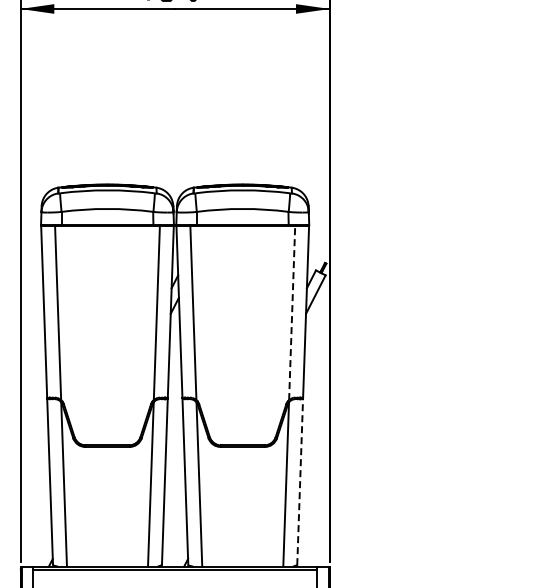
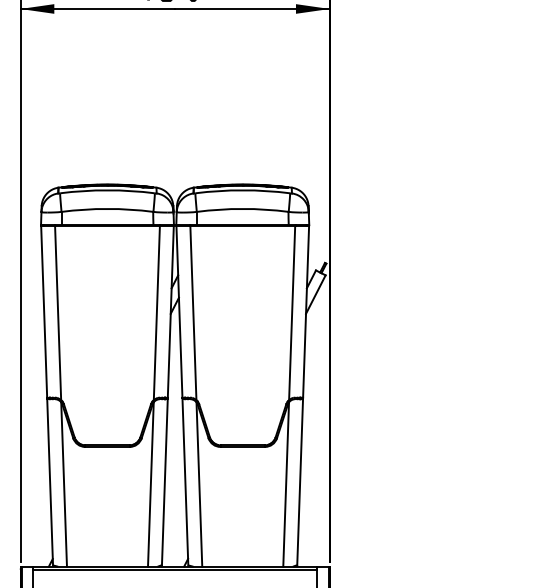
line at (292, 312): dashed -> solid
line at (300, 481): dashed -> solid
